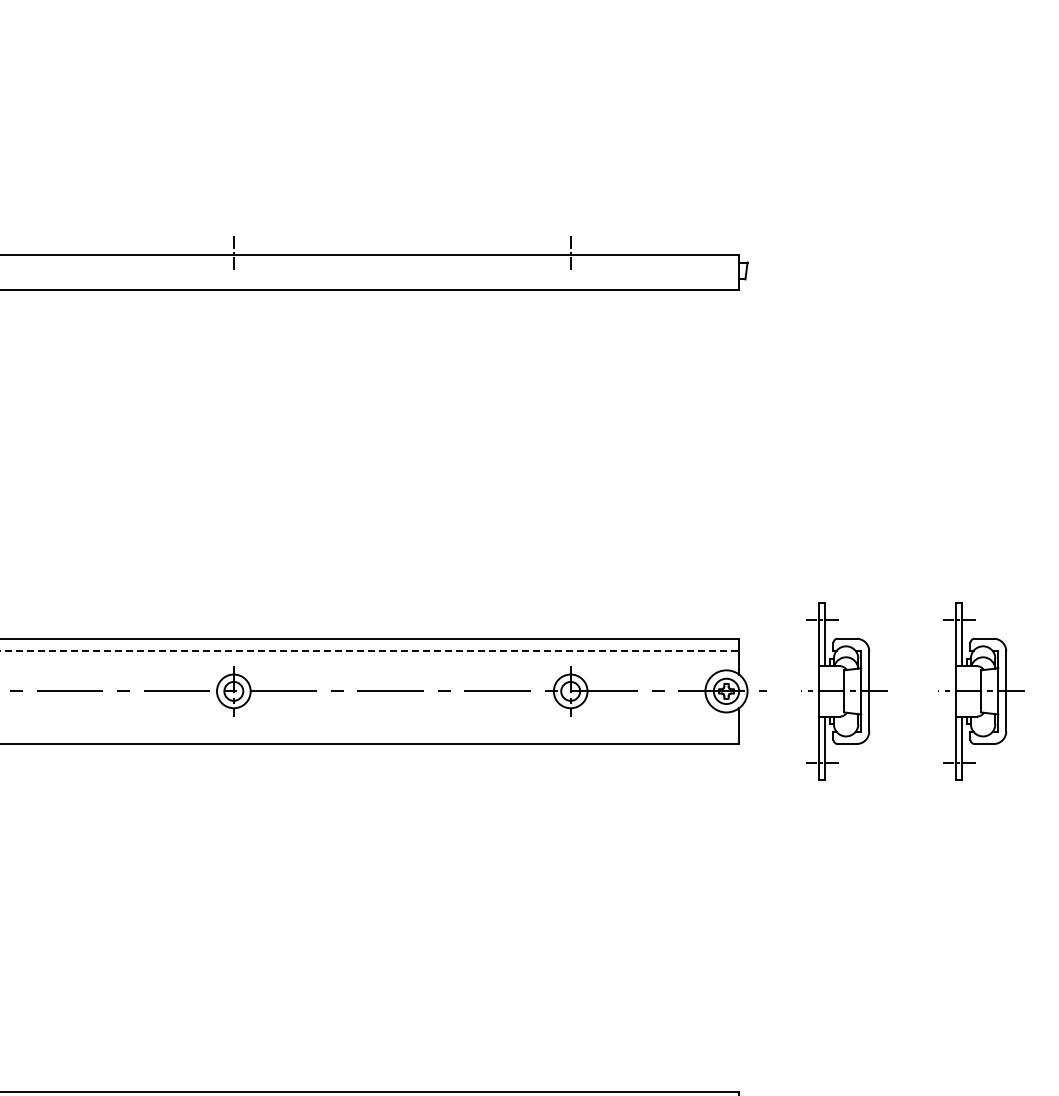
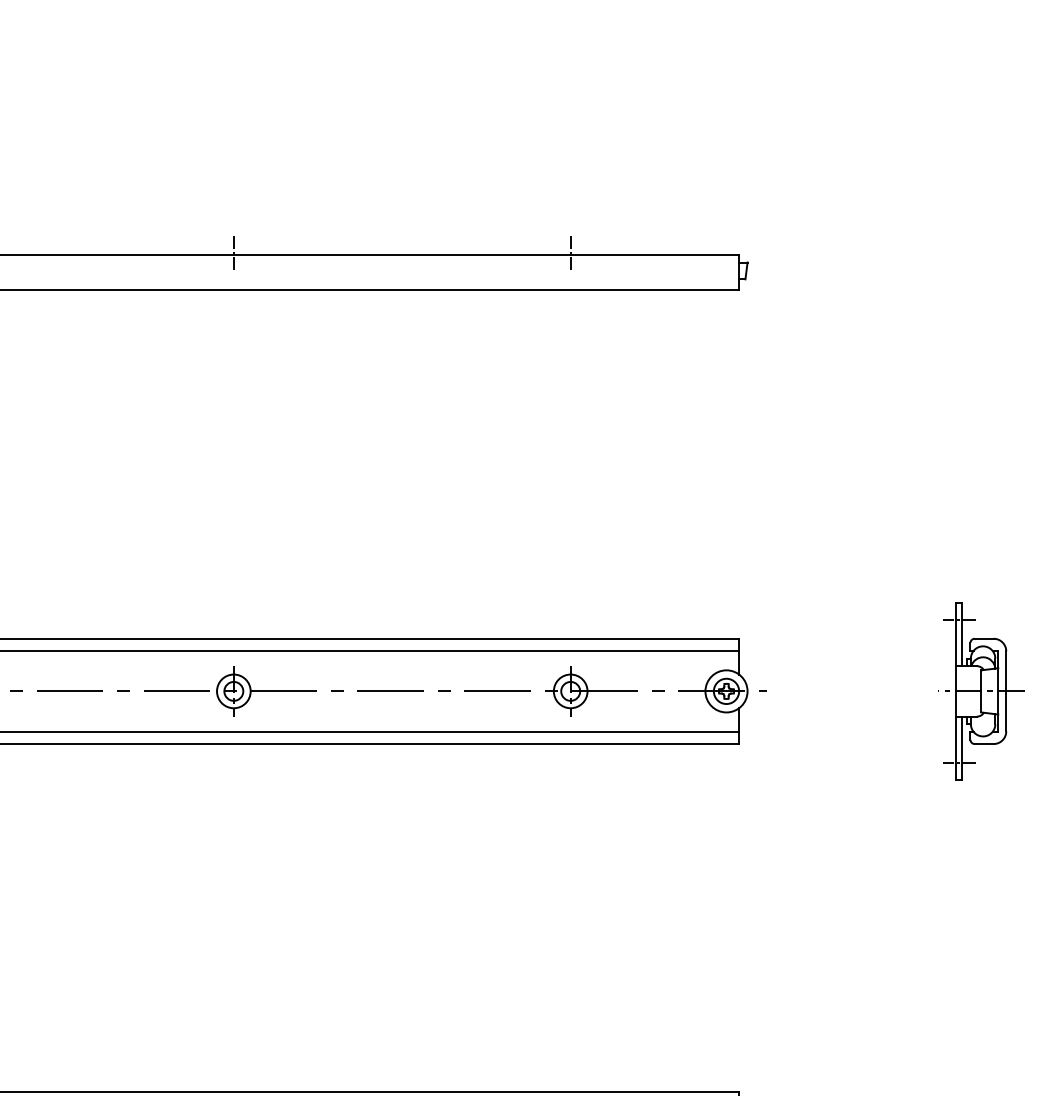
line at (370, 650): dashed -> solid
part at (844, 691): present -> none
line at (370, 731): none -> present
